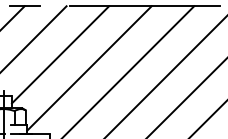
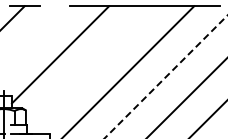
line at (34, 38): present -> none
line at (89, 68): present -> none
line at (166, 76): solid -> dashed
